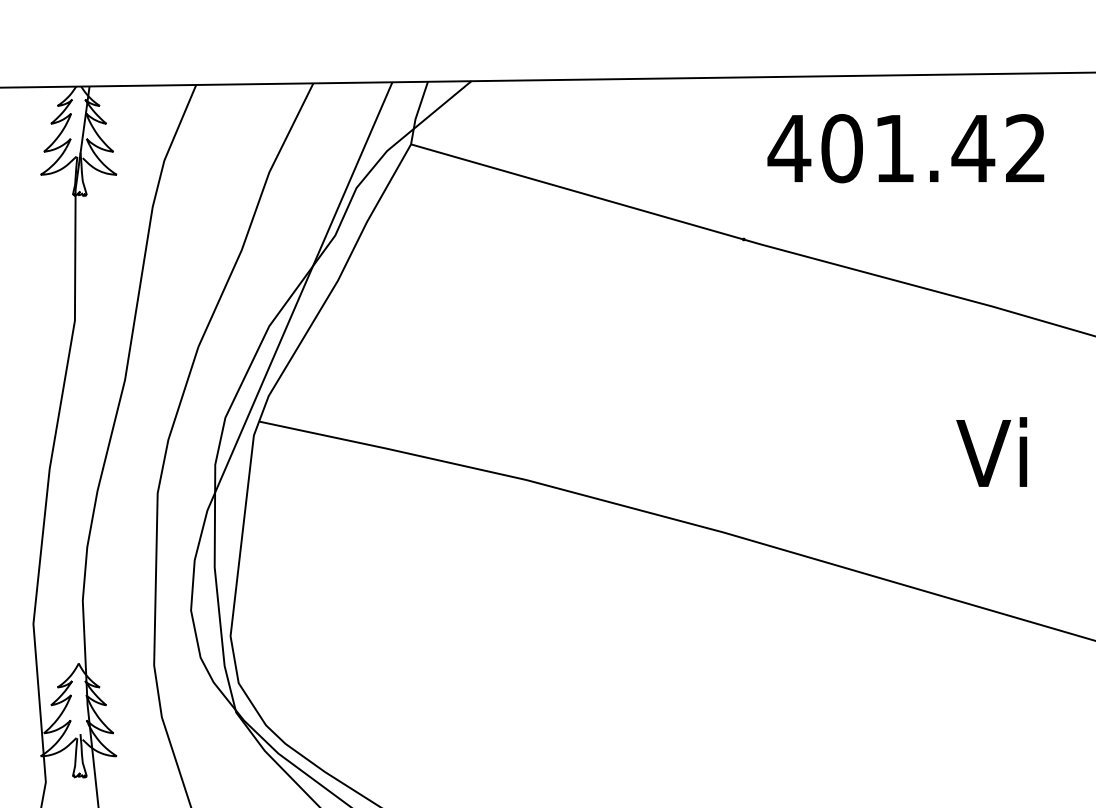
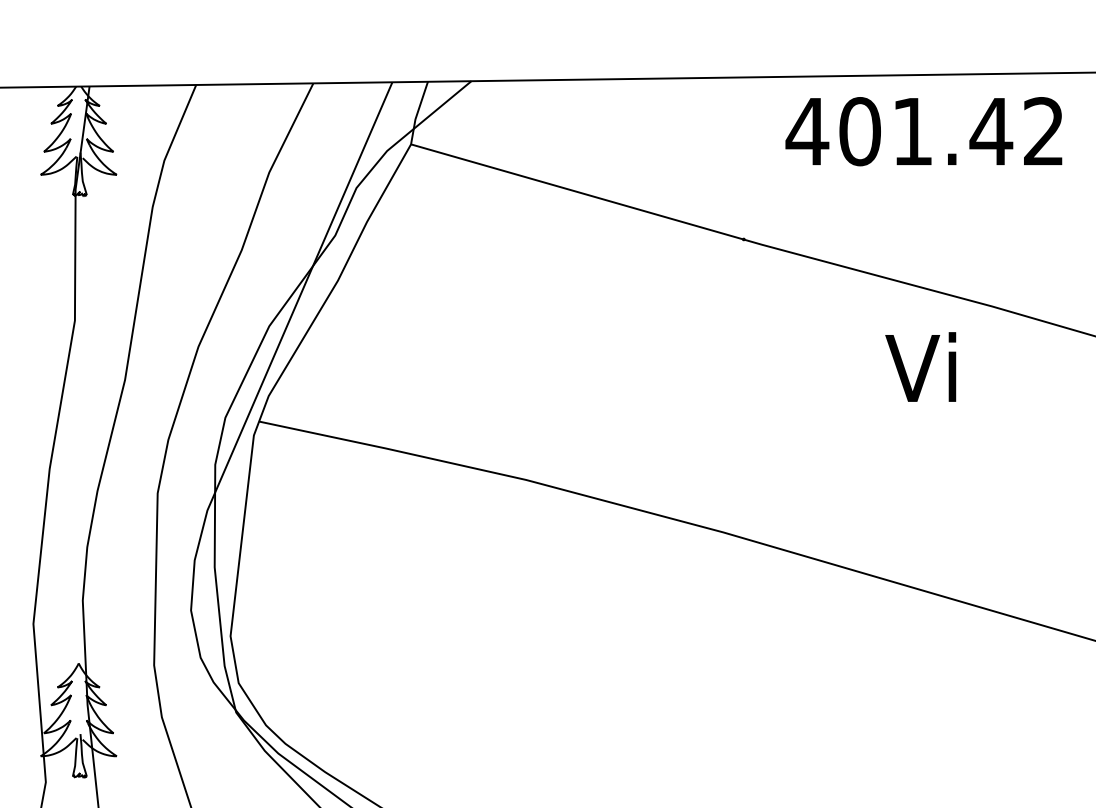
text at (905, 148) position: (905, 148) -> (923, 131)
text at (991, 451) position: (991, 451) -> (920, 366)
